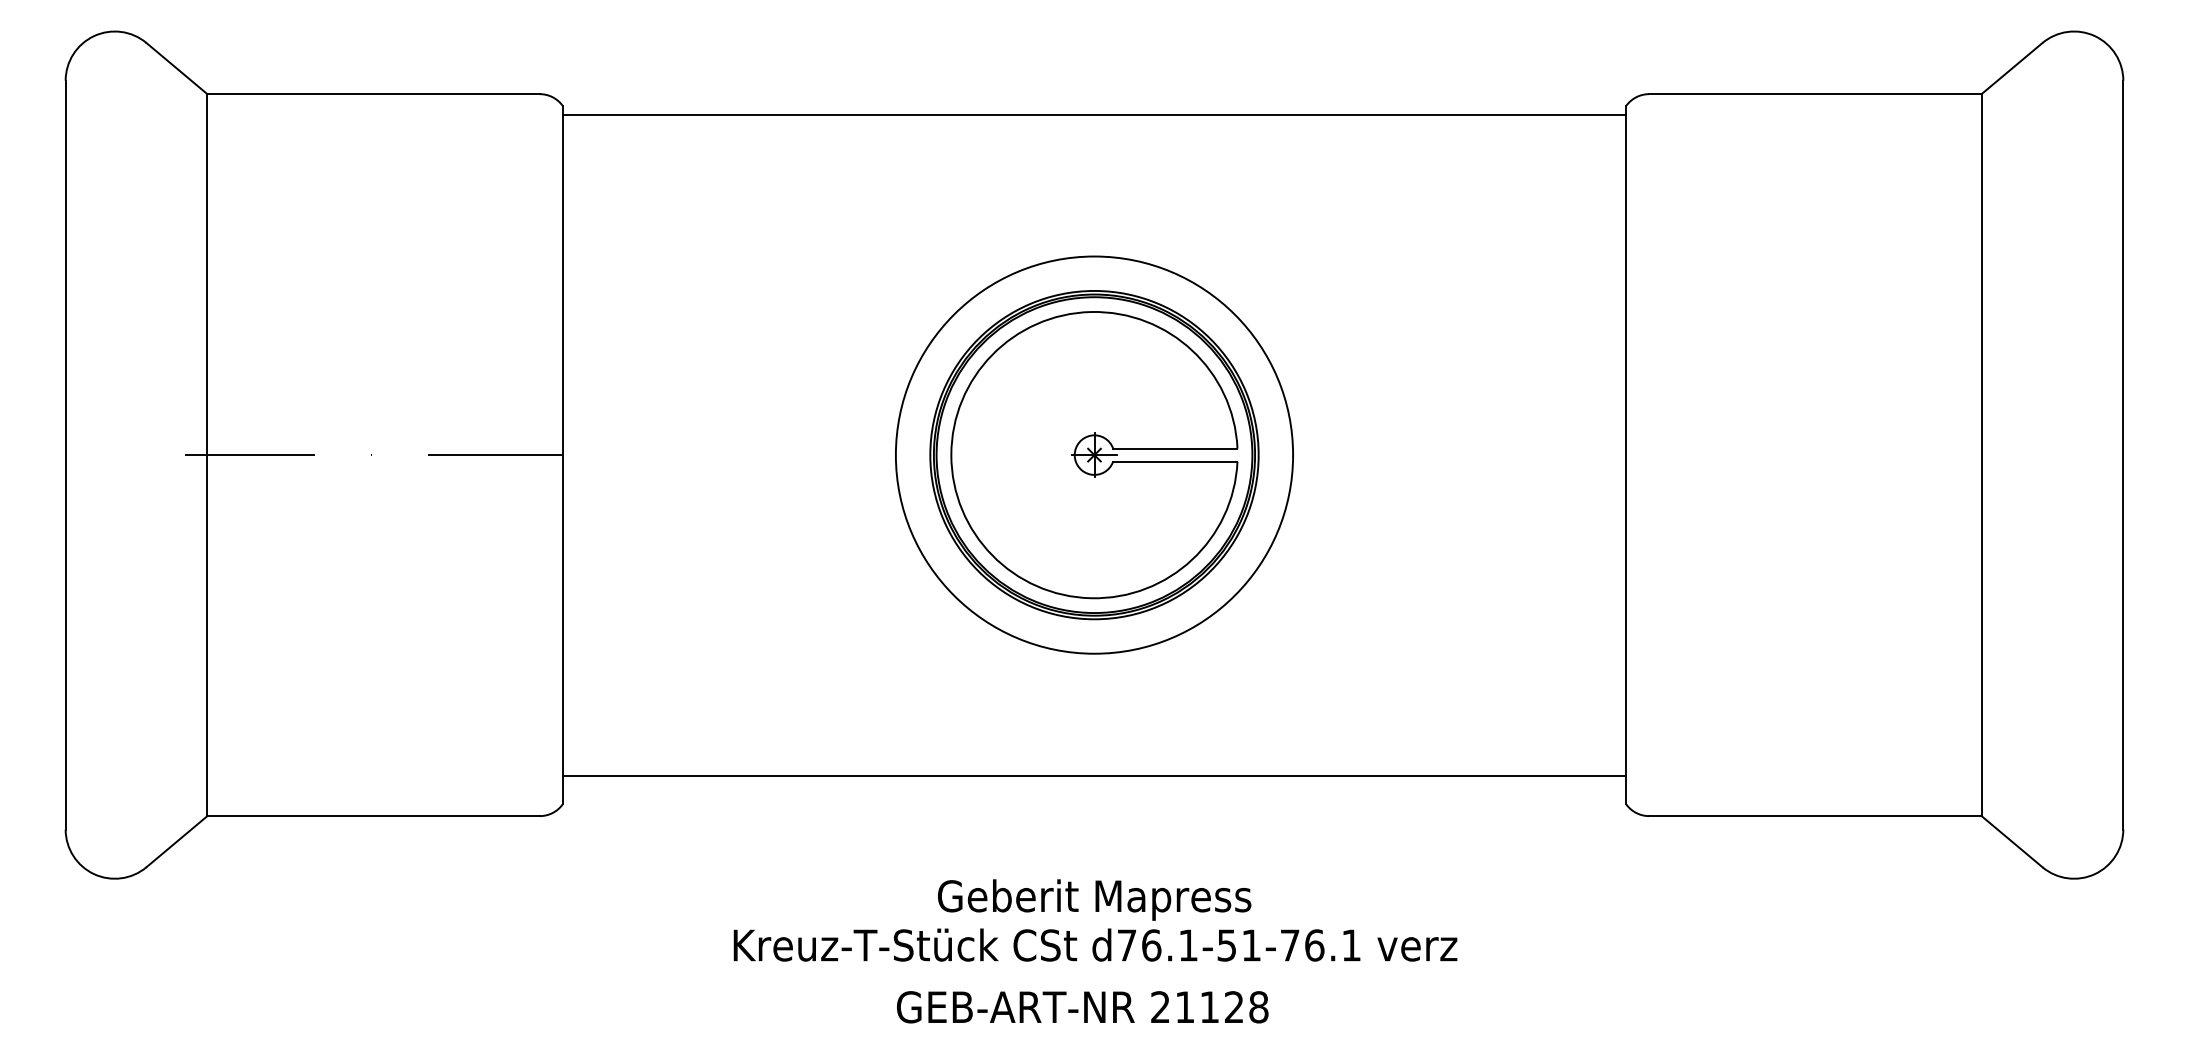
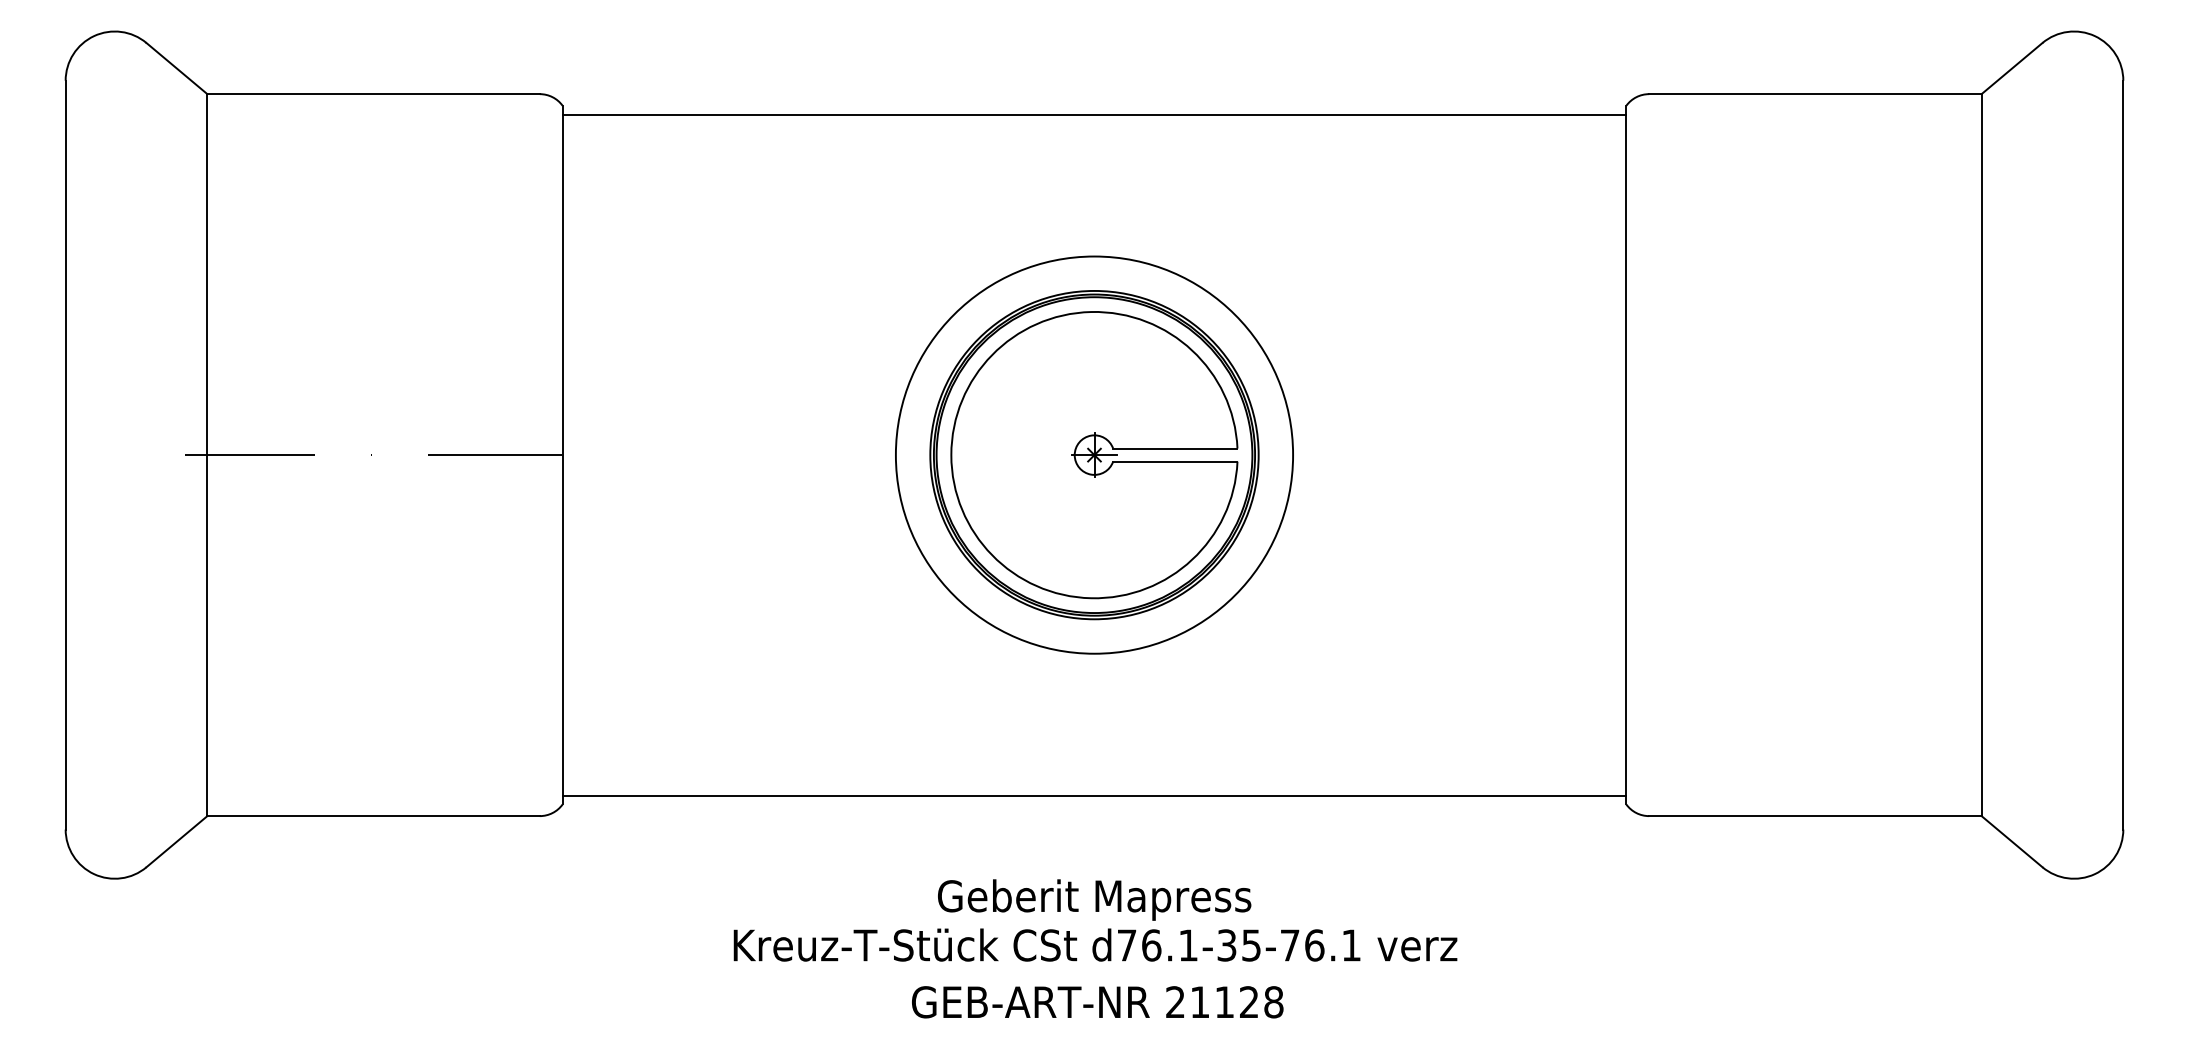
line at (1094, 775) position: (1094, 775) -> (1094, 795)
text at (1239, 945): d76.1-51-76.1 -> d76.1-35-76.1
text at (1082, 1007) position: (1082, 1007) -> (1097, 1002)
